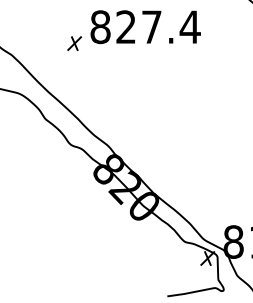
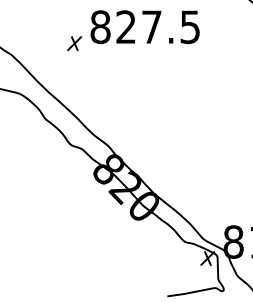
text at (189, 27): 827.4 -> 827.5
